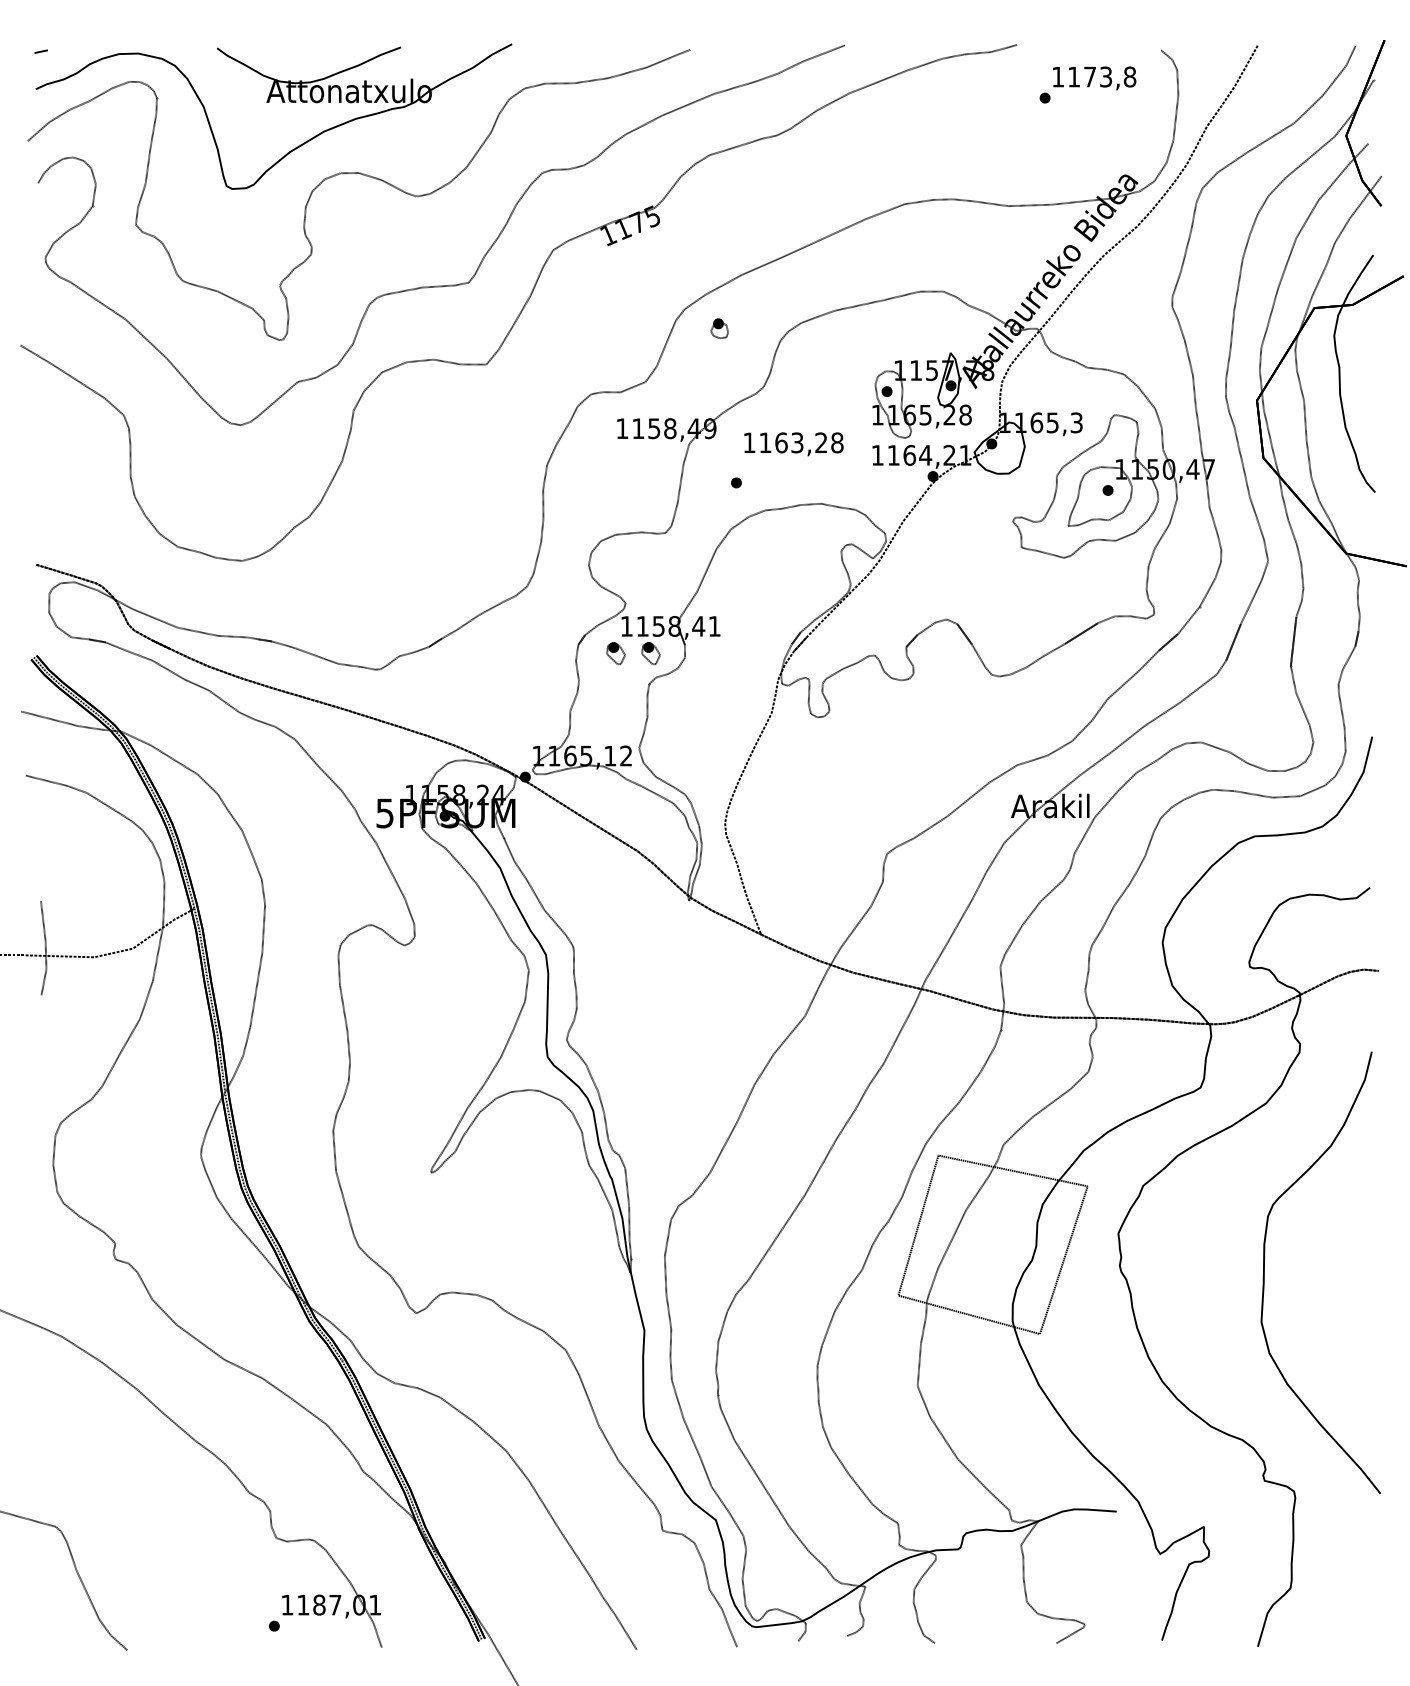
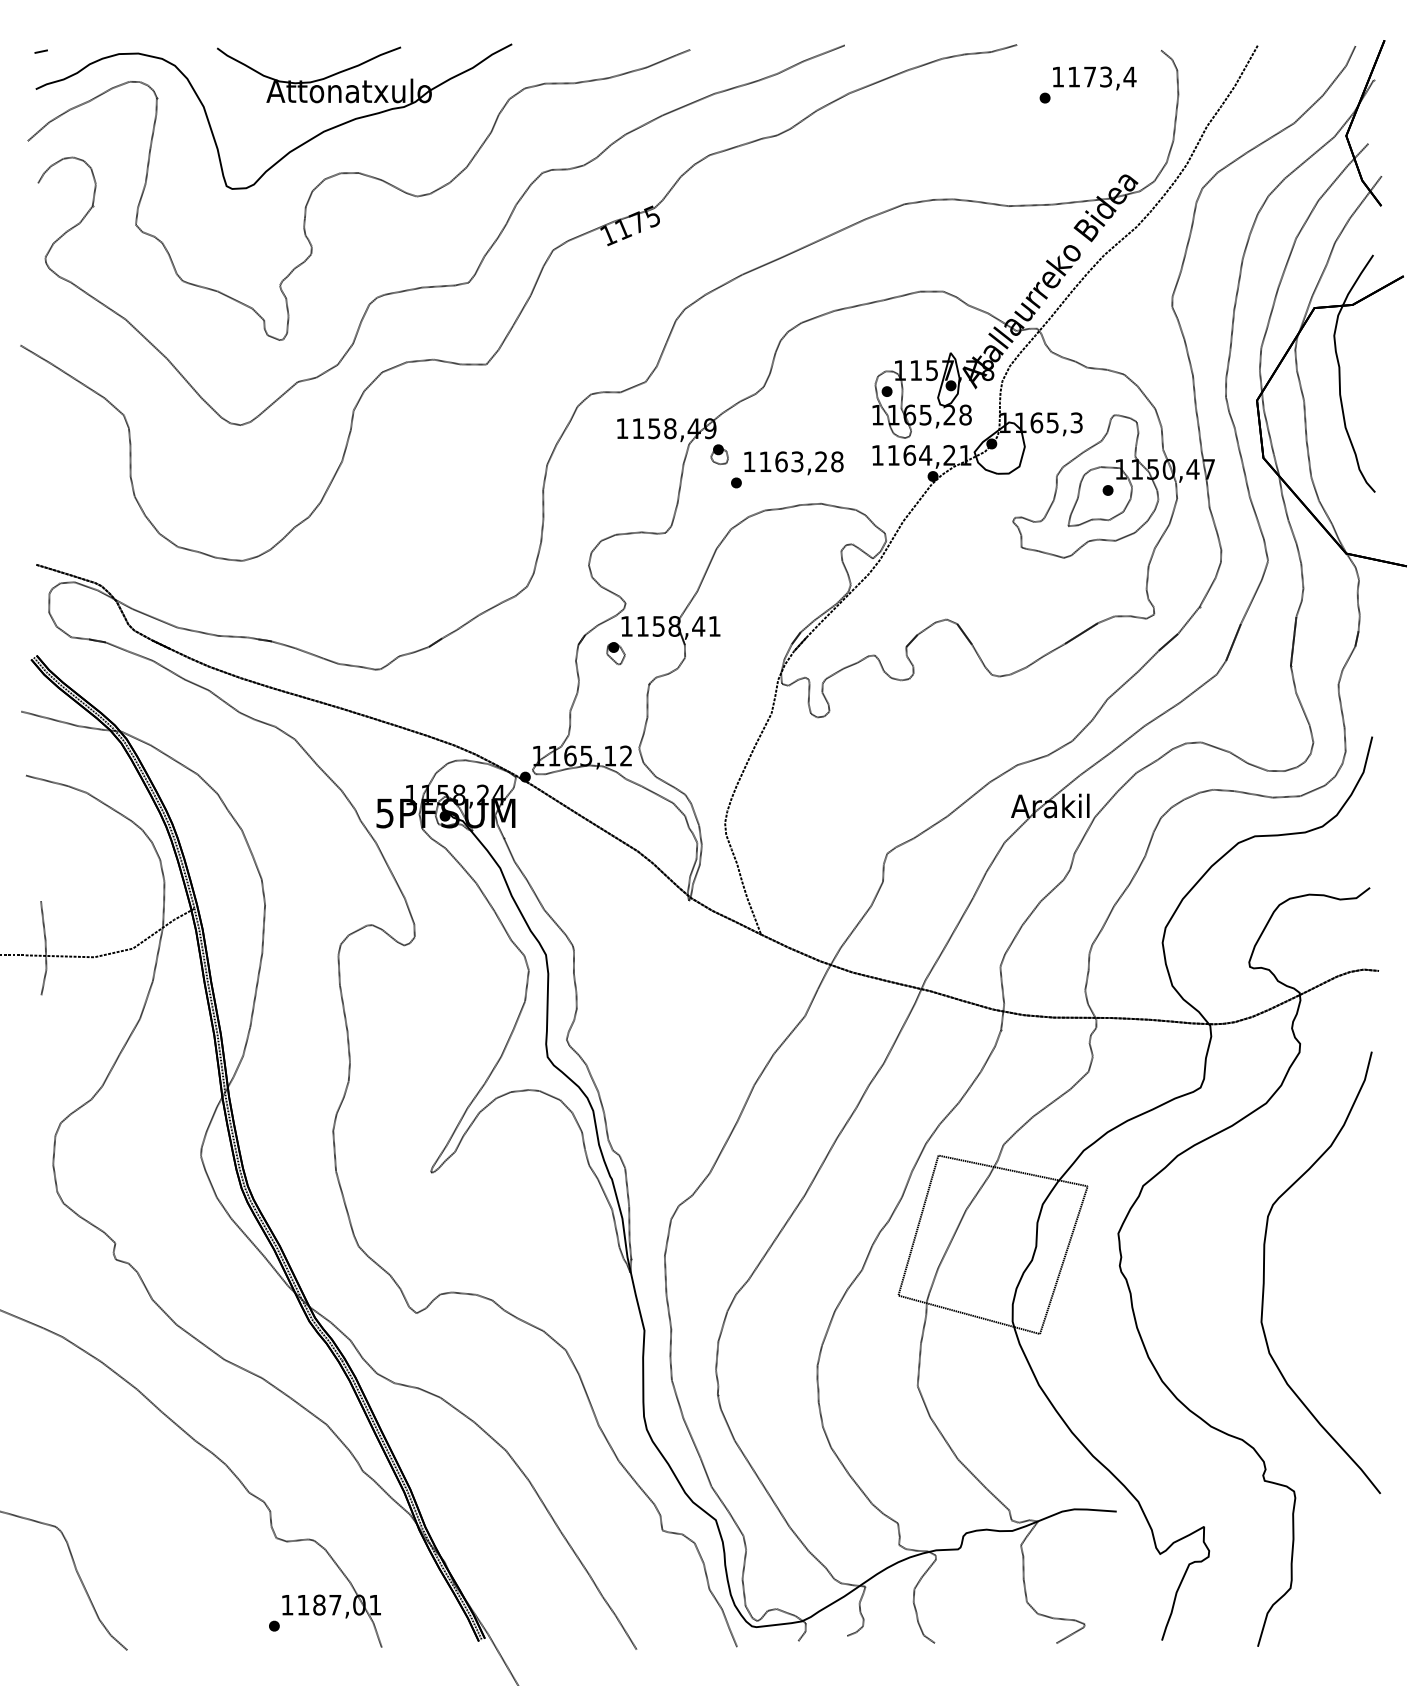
text at (1129, 76): 1173,8 -> 1173,4
part at (719, 328) position: (719, 328) -> (719, 454)
text at (793, 444) position: (793, 444) -> (793, 463)
part at (650, 653): present -> none
